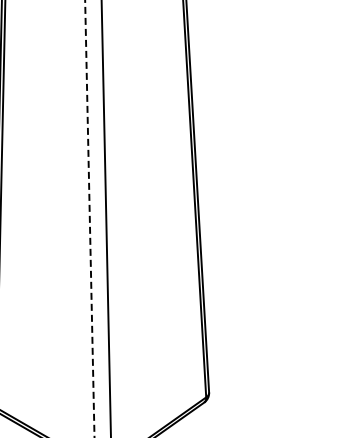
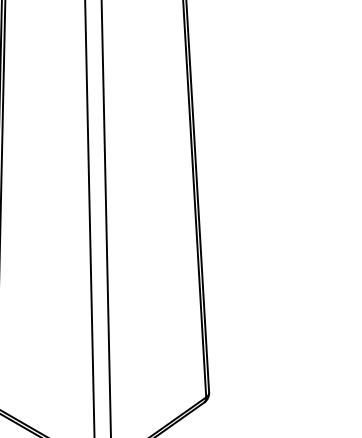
line at (89, 219): dashed -> solid
